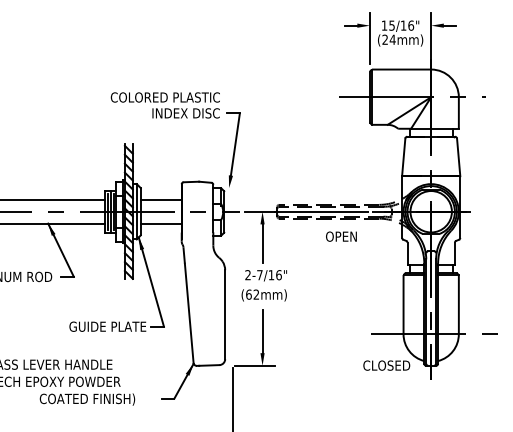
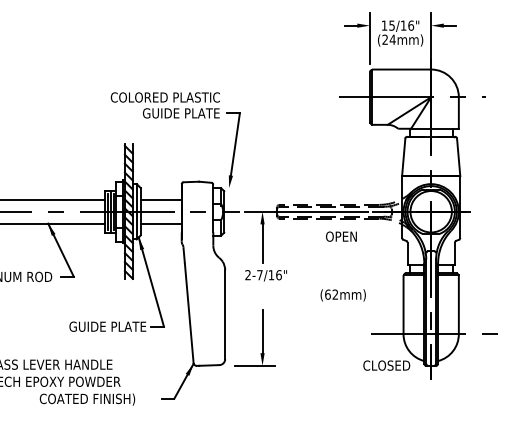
text at (180, 113): INDEX DISC -> GUIDE PLATE
text at (263, 295) position: (263, 295) -> (342, 295)
line at (233, 397): present -> none
